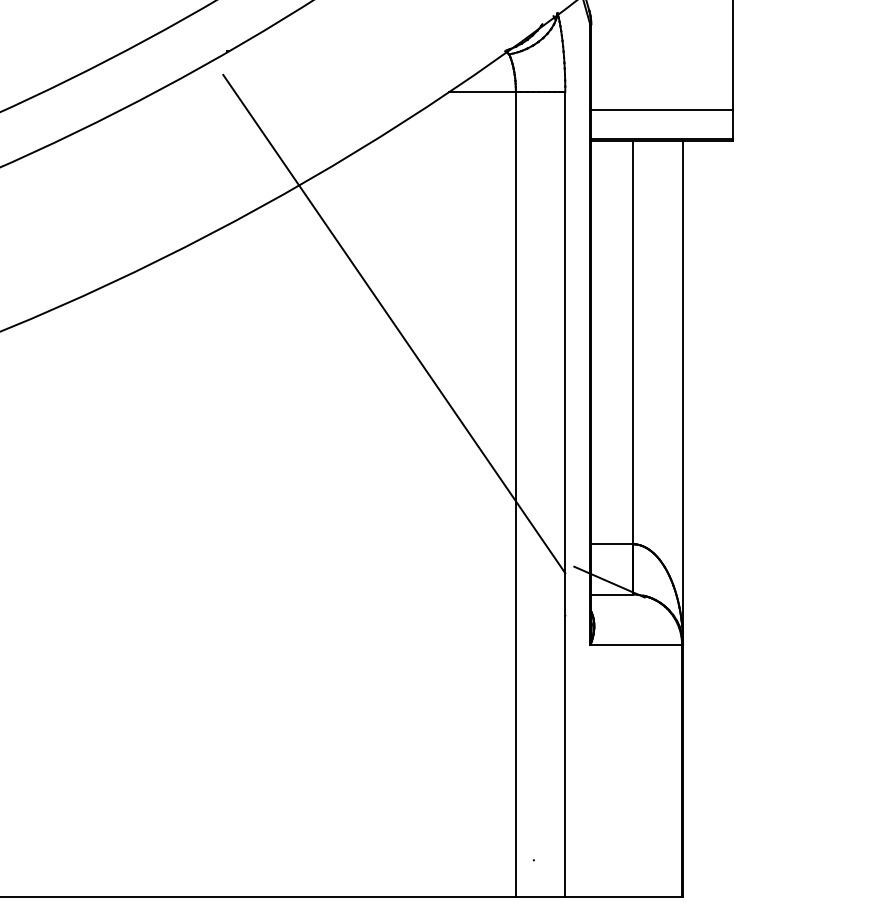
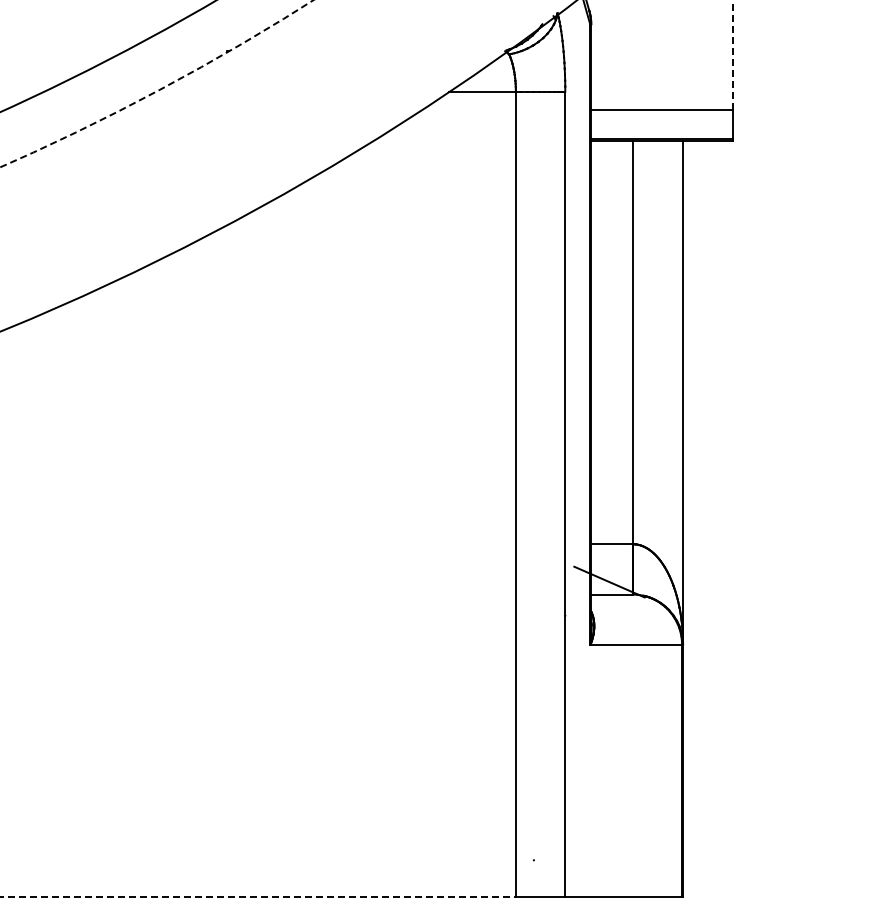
line at (733, 54): solid -> dashed
arc at (159, 89): solid -> dashed
line at (394, 323): present -> none
line at (258, 896): solid -> dashed
